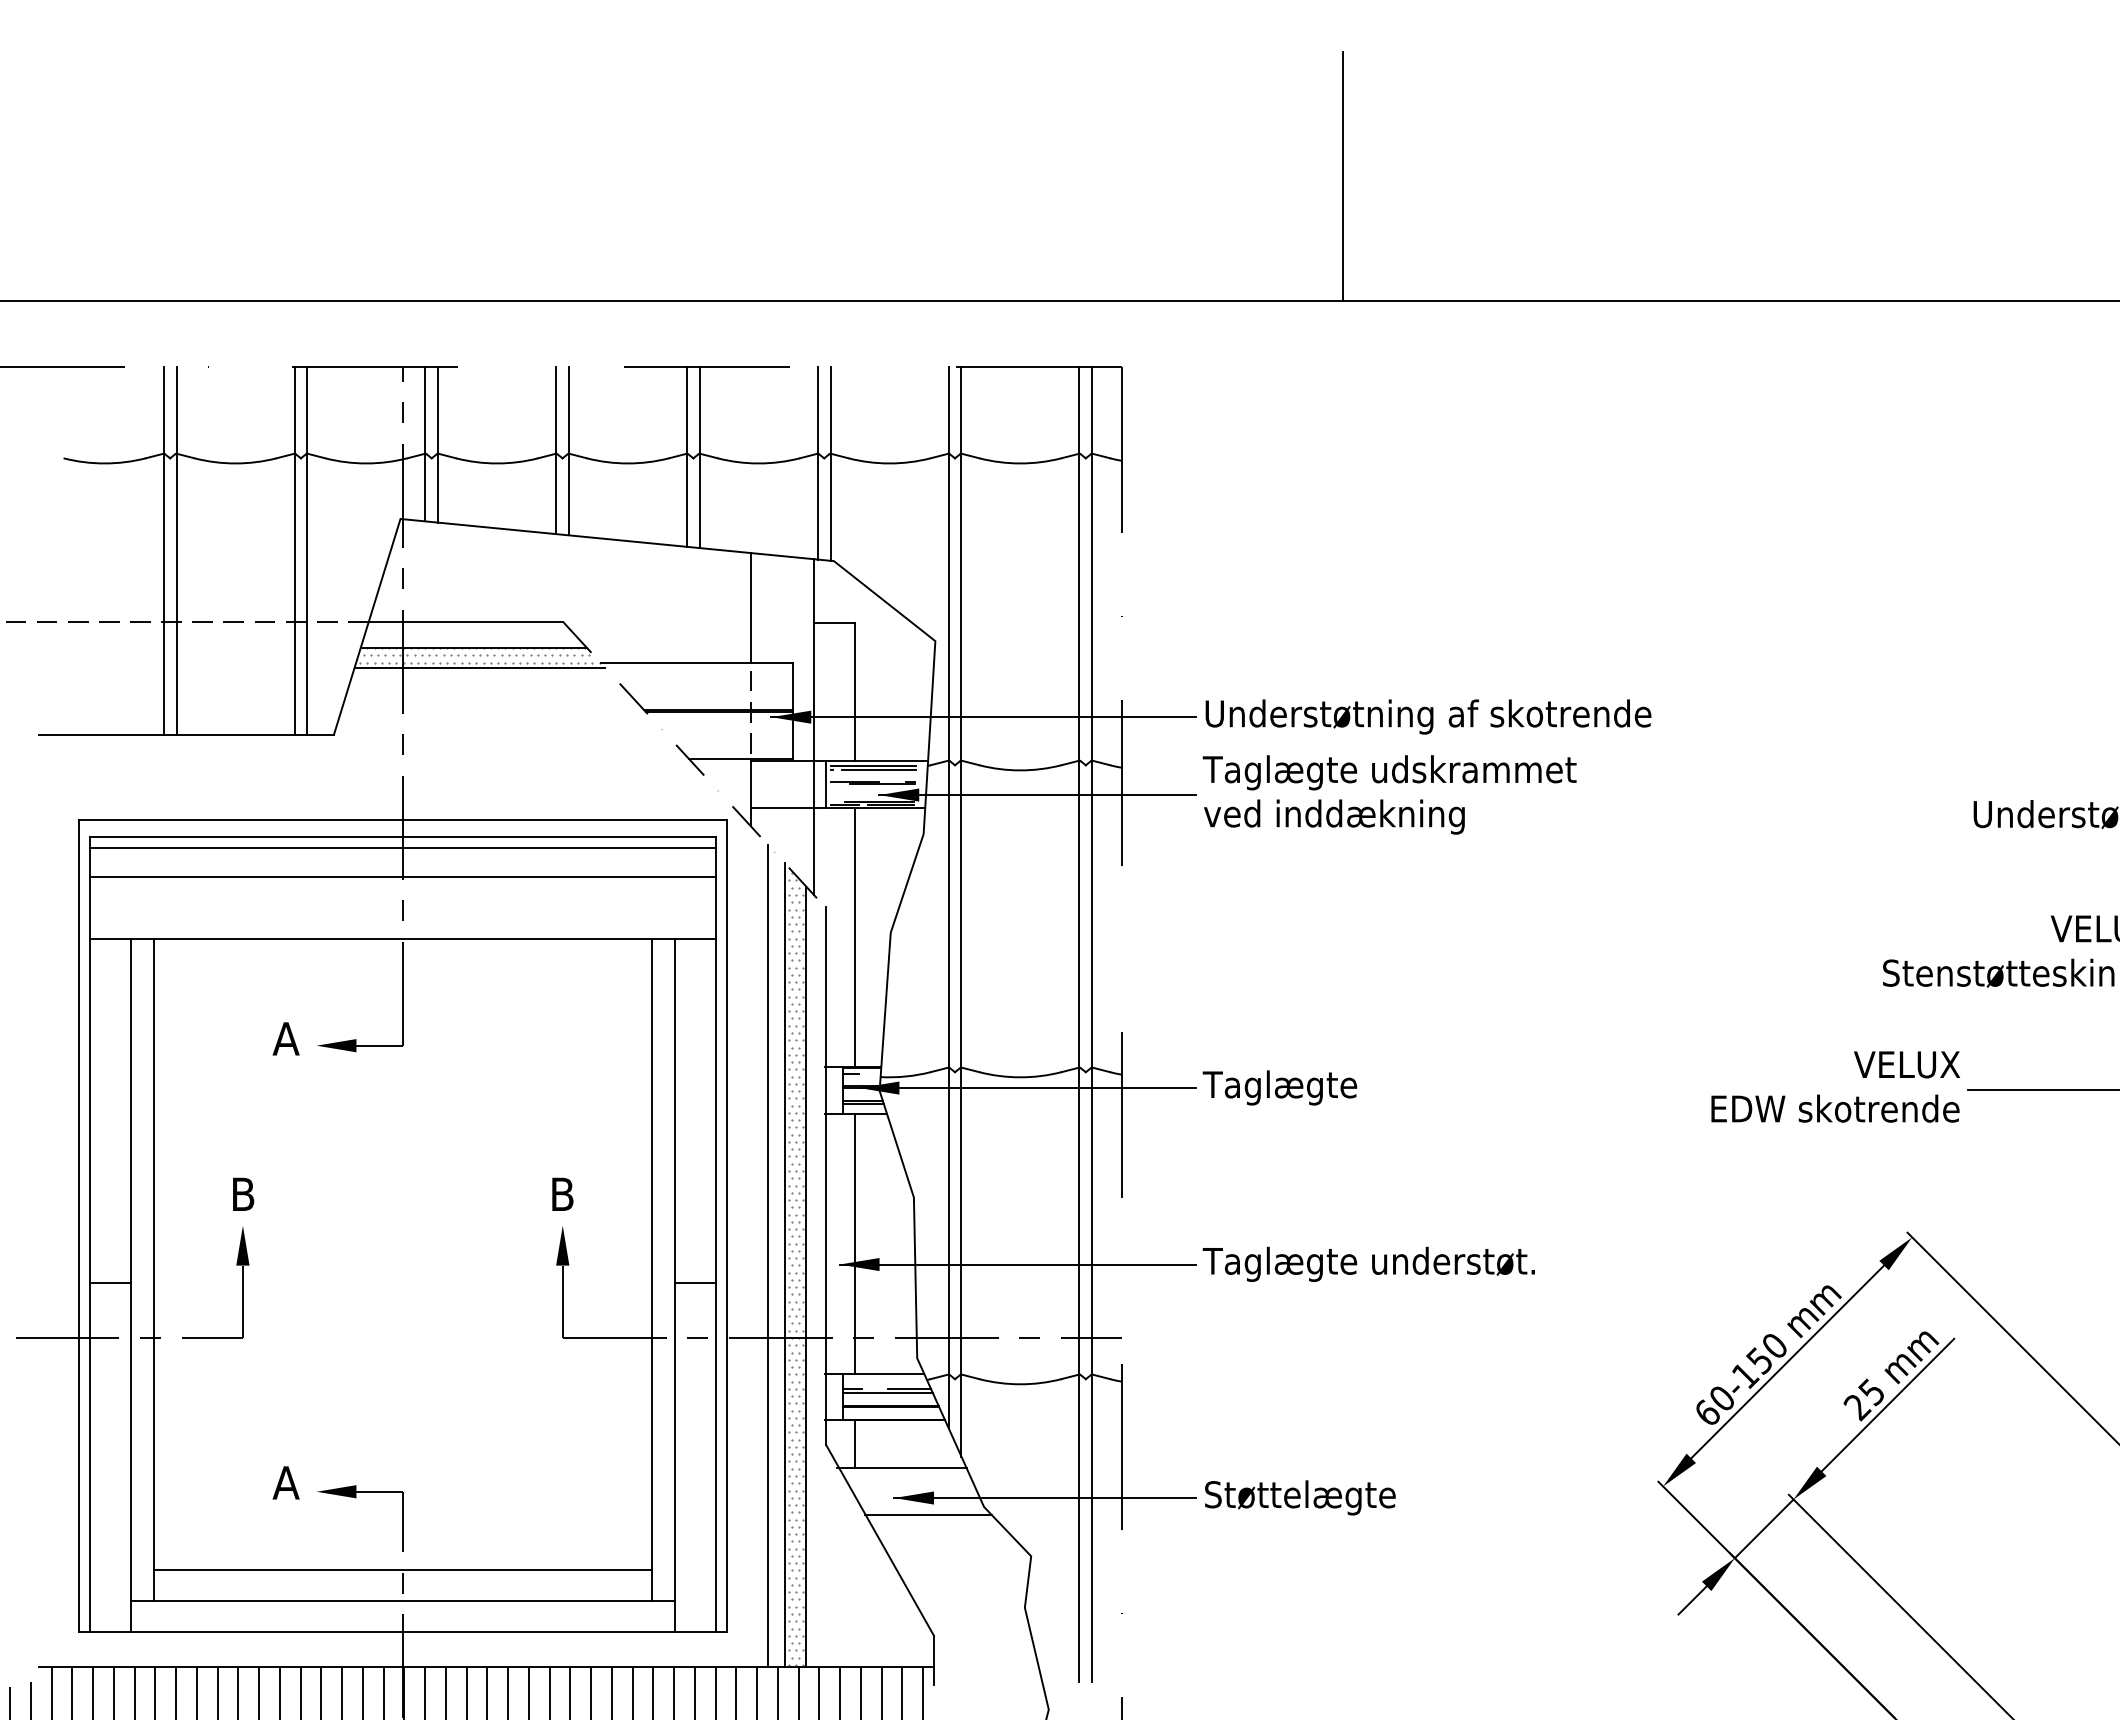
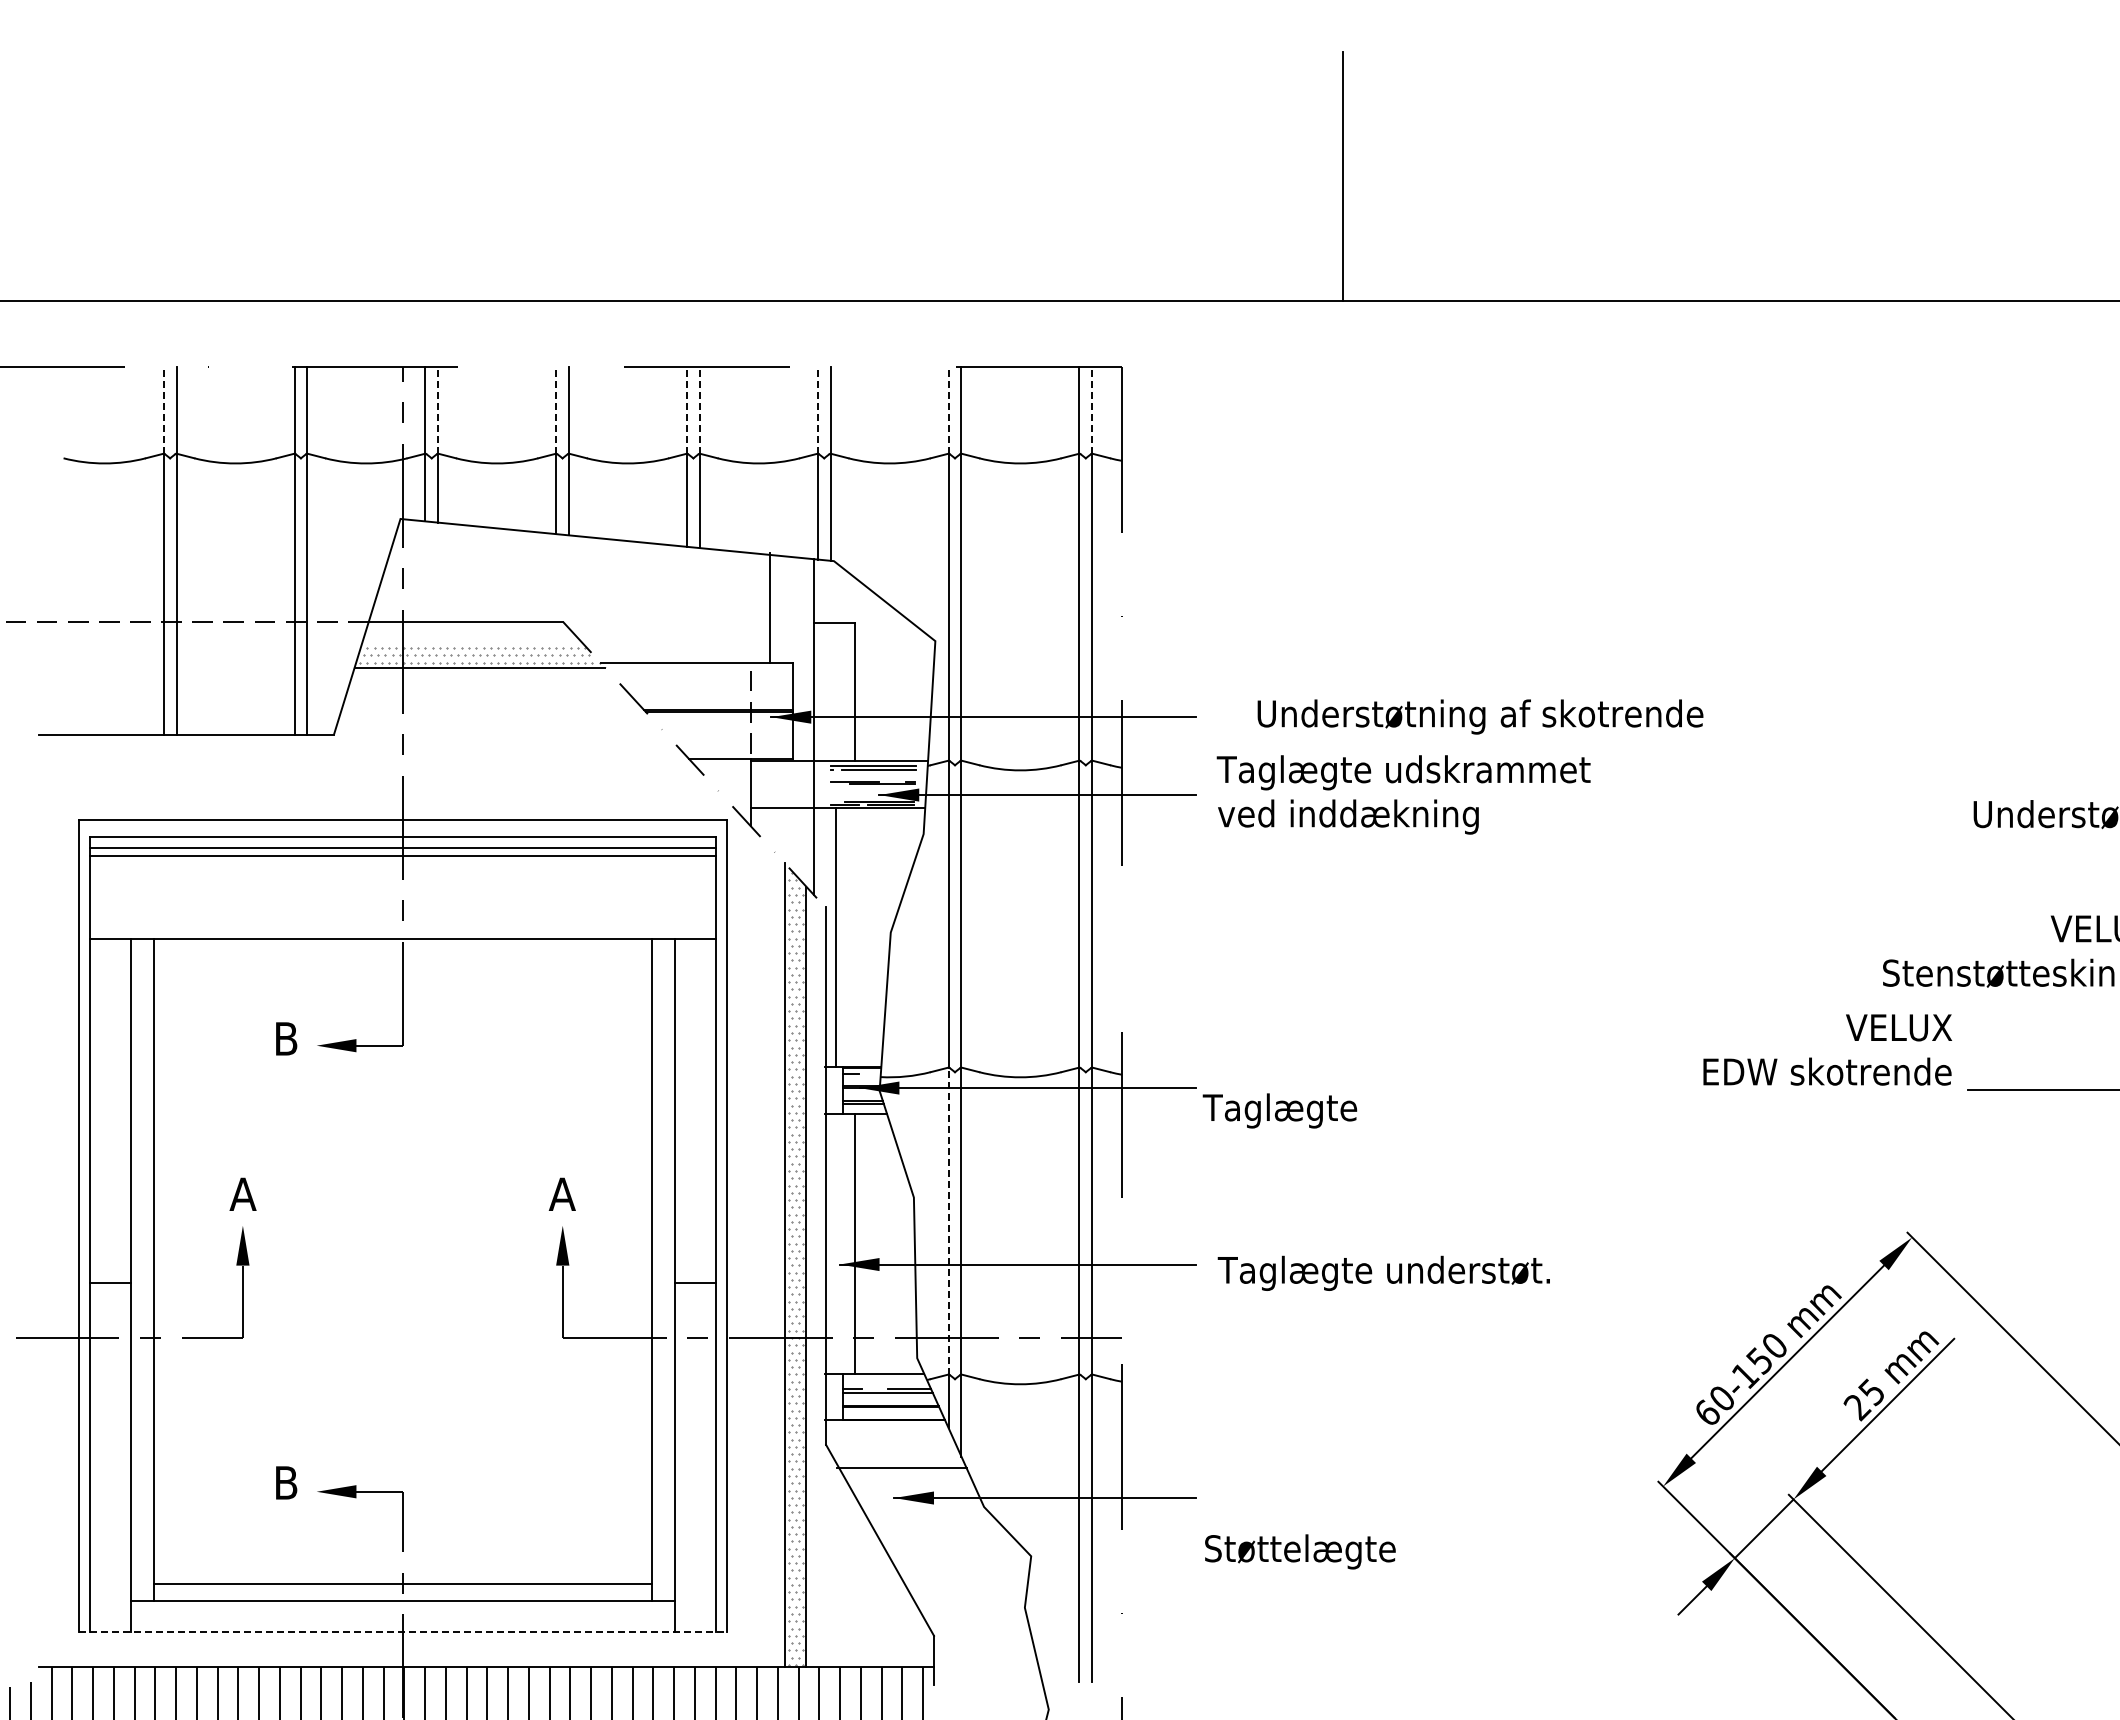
line at (163, 409): solid -> dashed
line at (438, 409): solid -> dashed
line at (556, 409): solid -> dashed
line at (686, 409): solid -> dashed
line at (699, 409): solid -> dashed
line at (817, 409): solid -> dashed
line at (948, 409): solid -> dashed
line at (1092, 409): solid -> dashed
line at (751, 608) position: (751, 608) -> (770, 608)
line at (473, 647): present -> none
text at (1428, 716) position: (1428, 716) -> (1480, 716)
line at (825, 784): present -> none
text at (1389, 794) position: (1389, 794) -> (1403, 794)
line at (402, 877) position: (402, 877) -> (402, 856)
line at (855, 937) position: (855, 937) -> (836, 937)
text at (285, 1038): A -> B
text at (1835, 1086) position: (1835, 1086) -> (1827, 1049)
text at (1279, 1087) position: (1279, 1087) -> (1279, 1110)
text at (242, 1193): B -> A
text at (561, 1193): B -> A
line at (948, 1220): solid -> dashed
line at (768, 1255): present -> none
text at (1368, 1263) position: (1368, 1263) -> (1383, 1272)
line at (855, 1444): present -> none
text at (285, 1482): A -> B
text at (1300, 1497) position: (1300, 1497) -> (1300, 1551)
line at (927, 1514): present -> none
line at (402, 1570) position: (402, 1570) -> (402, 1584)
line at (402, 1631): solid -> dashed
